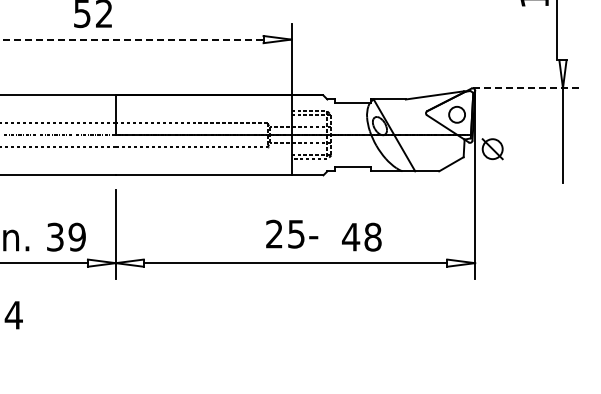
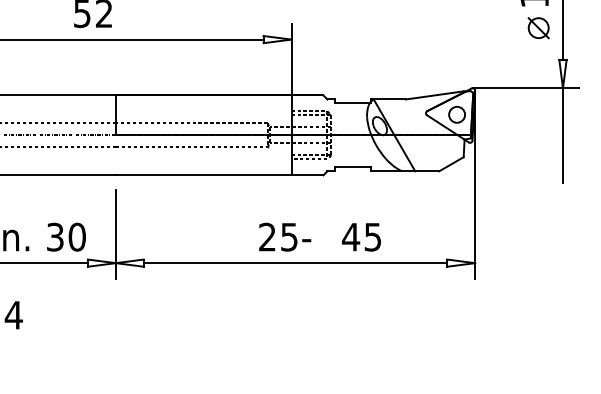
line at (556, 31) position: (556, 31) -> (562, 31)
line at (131, 39): dashed -> solid
line at (525, 88): dashed -> solid
part at (492, 149) position: (492, 149) -> (538, 28)
text at (292, 233) position: (292, 233) -> (285, 236)
text at (76, 236): 39 -> 30
text at (372, 236): 48 -> 45
